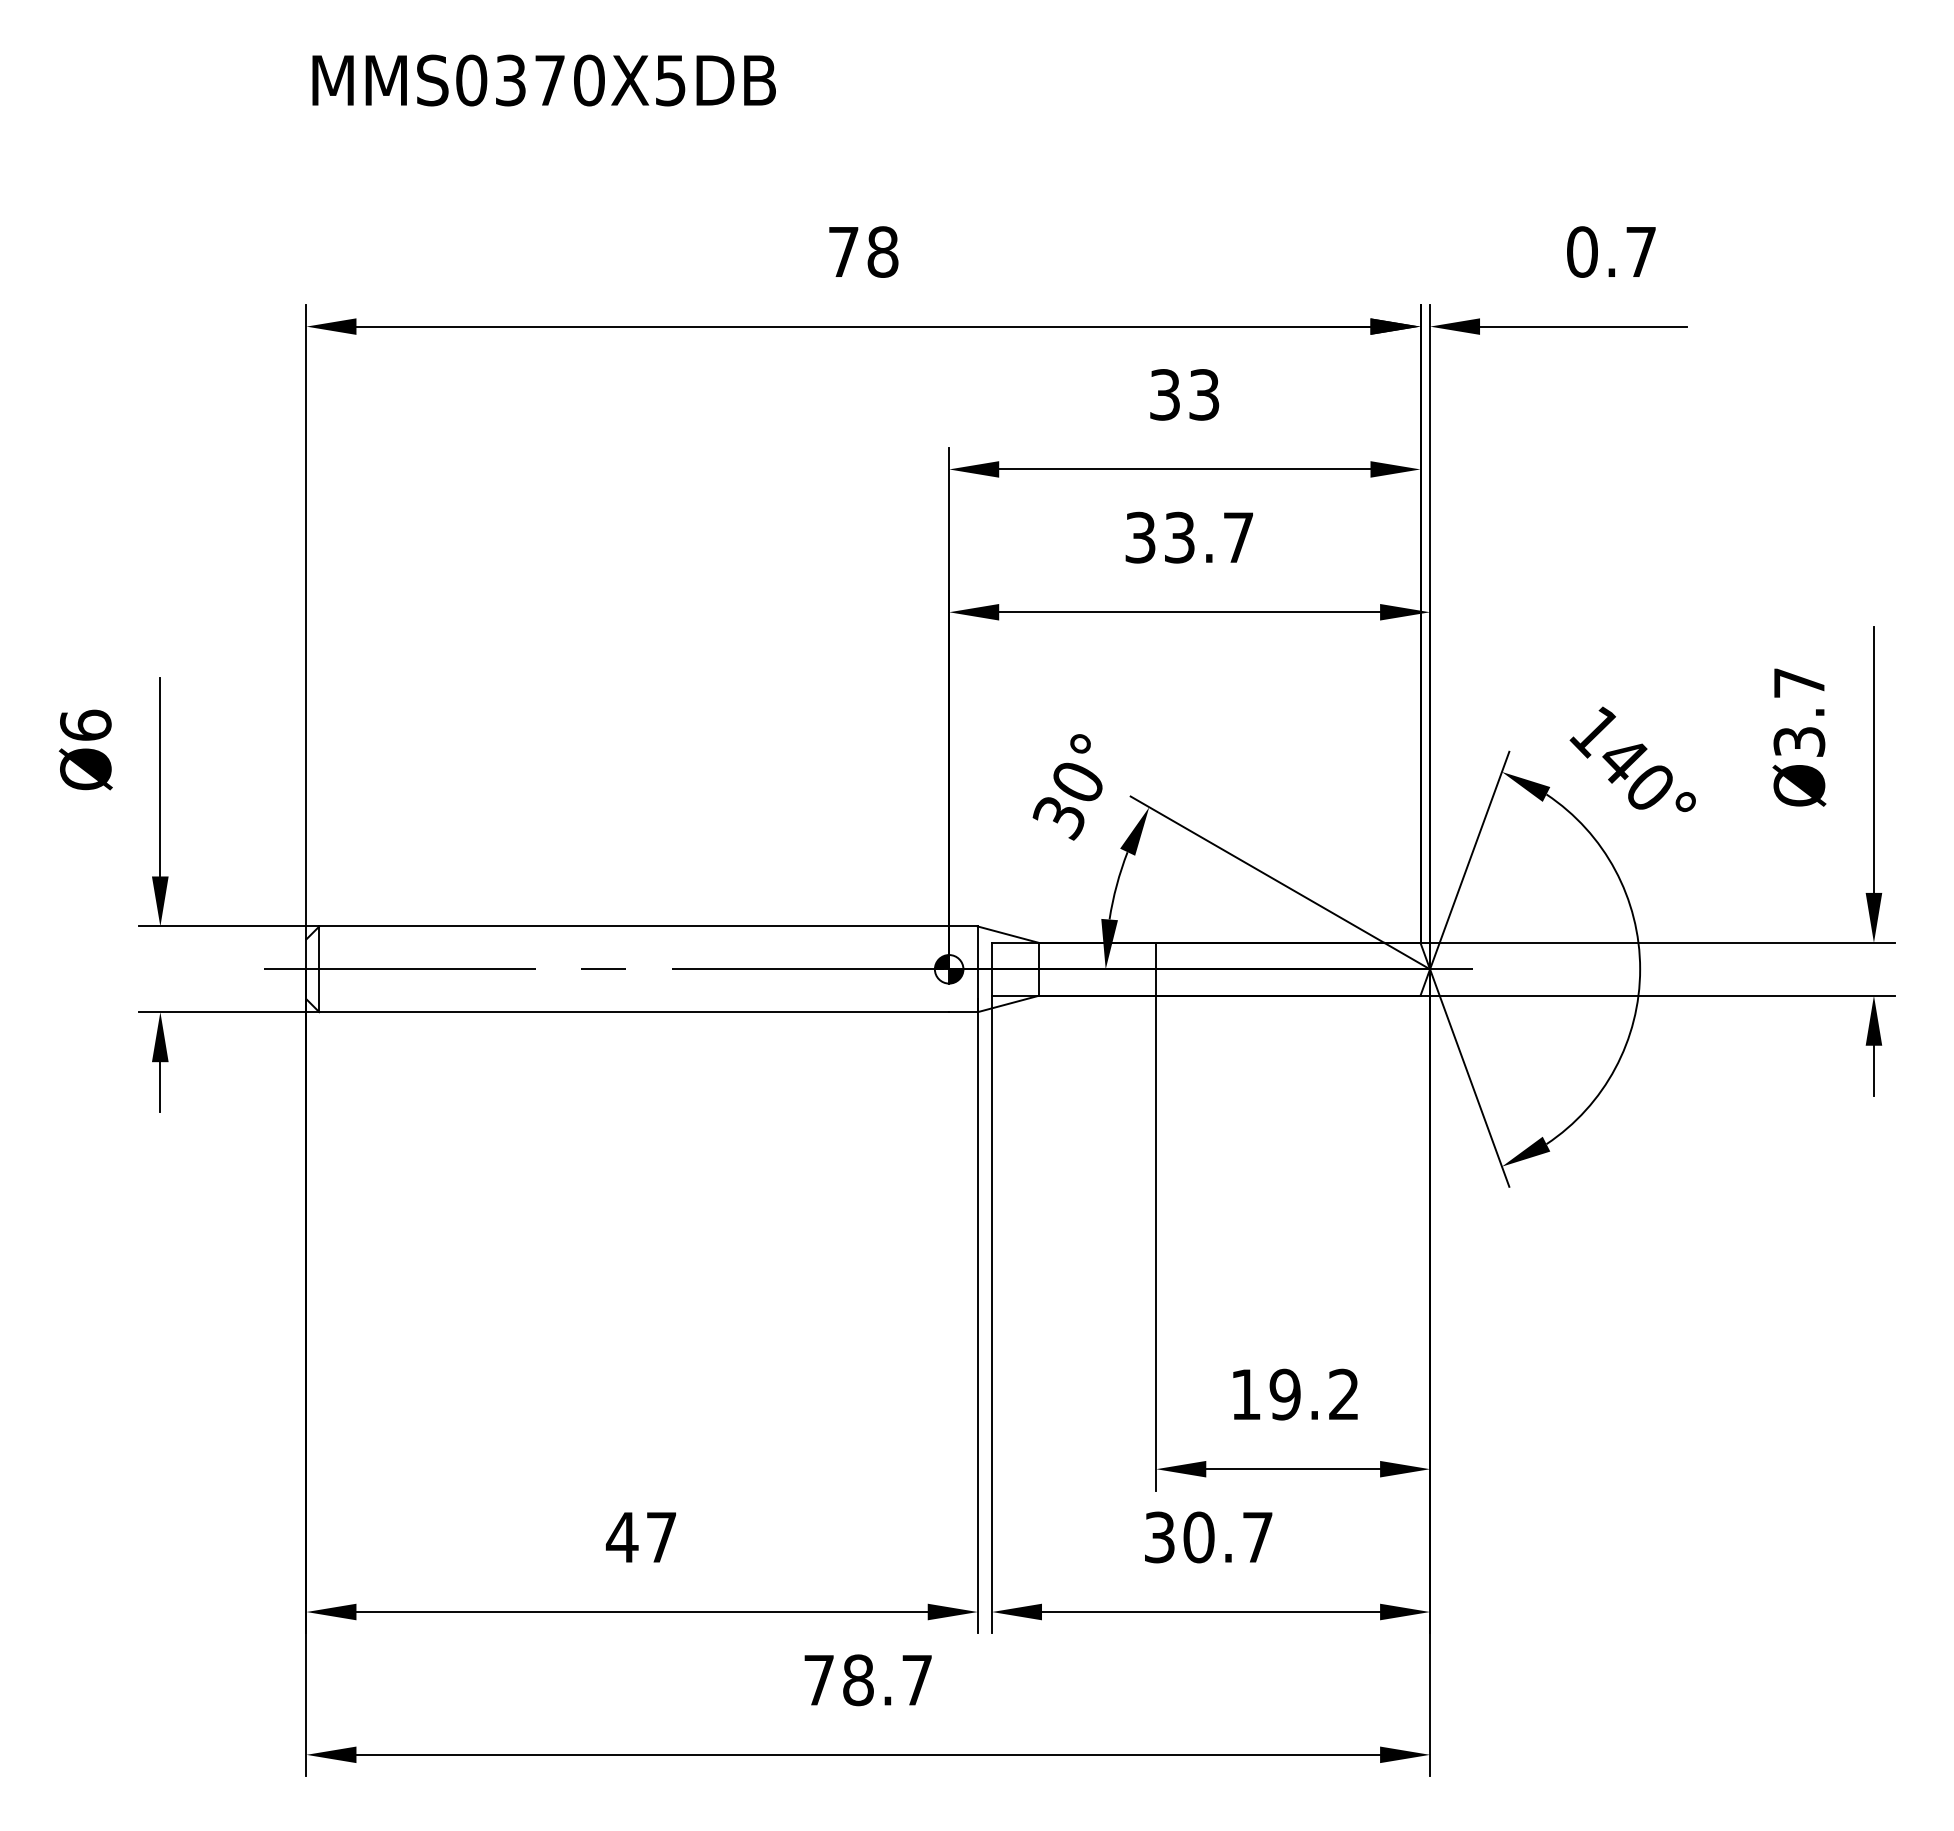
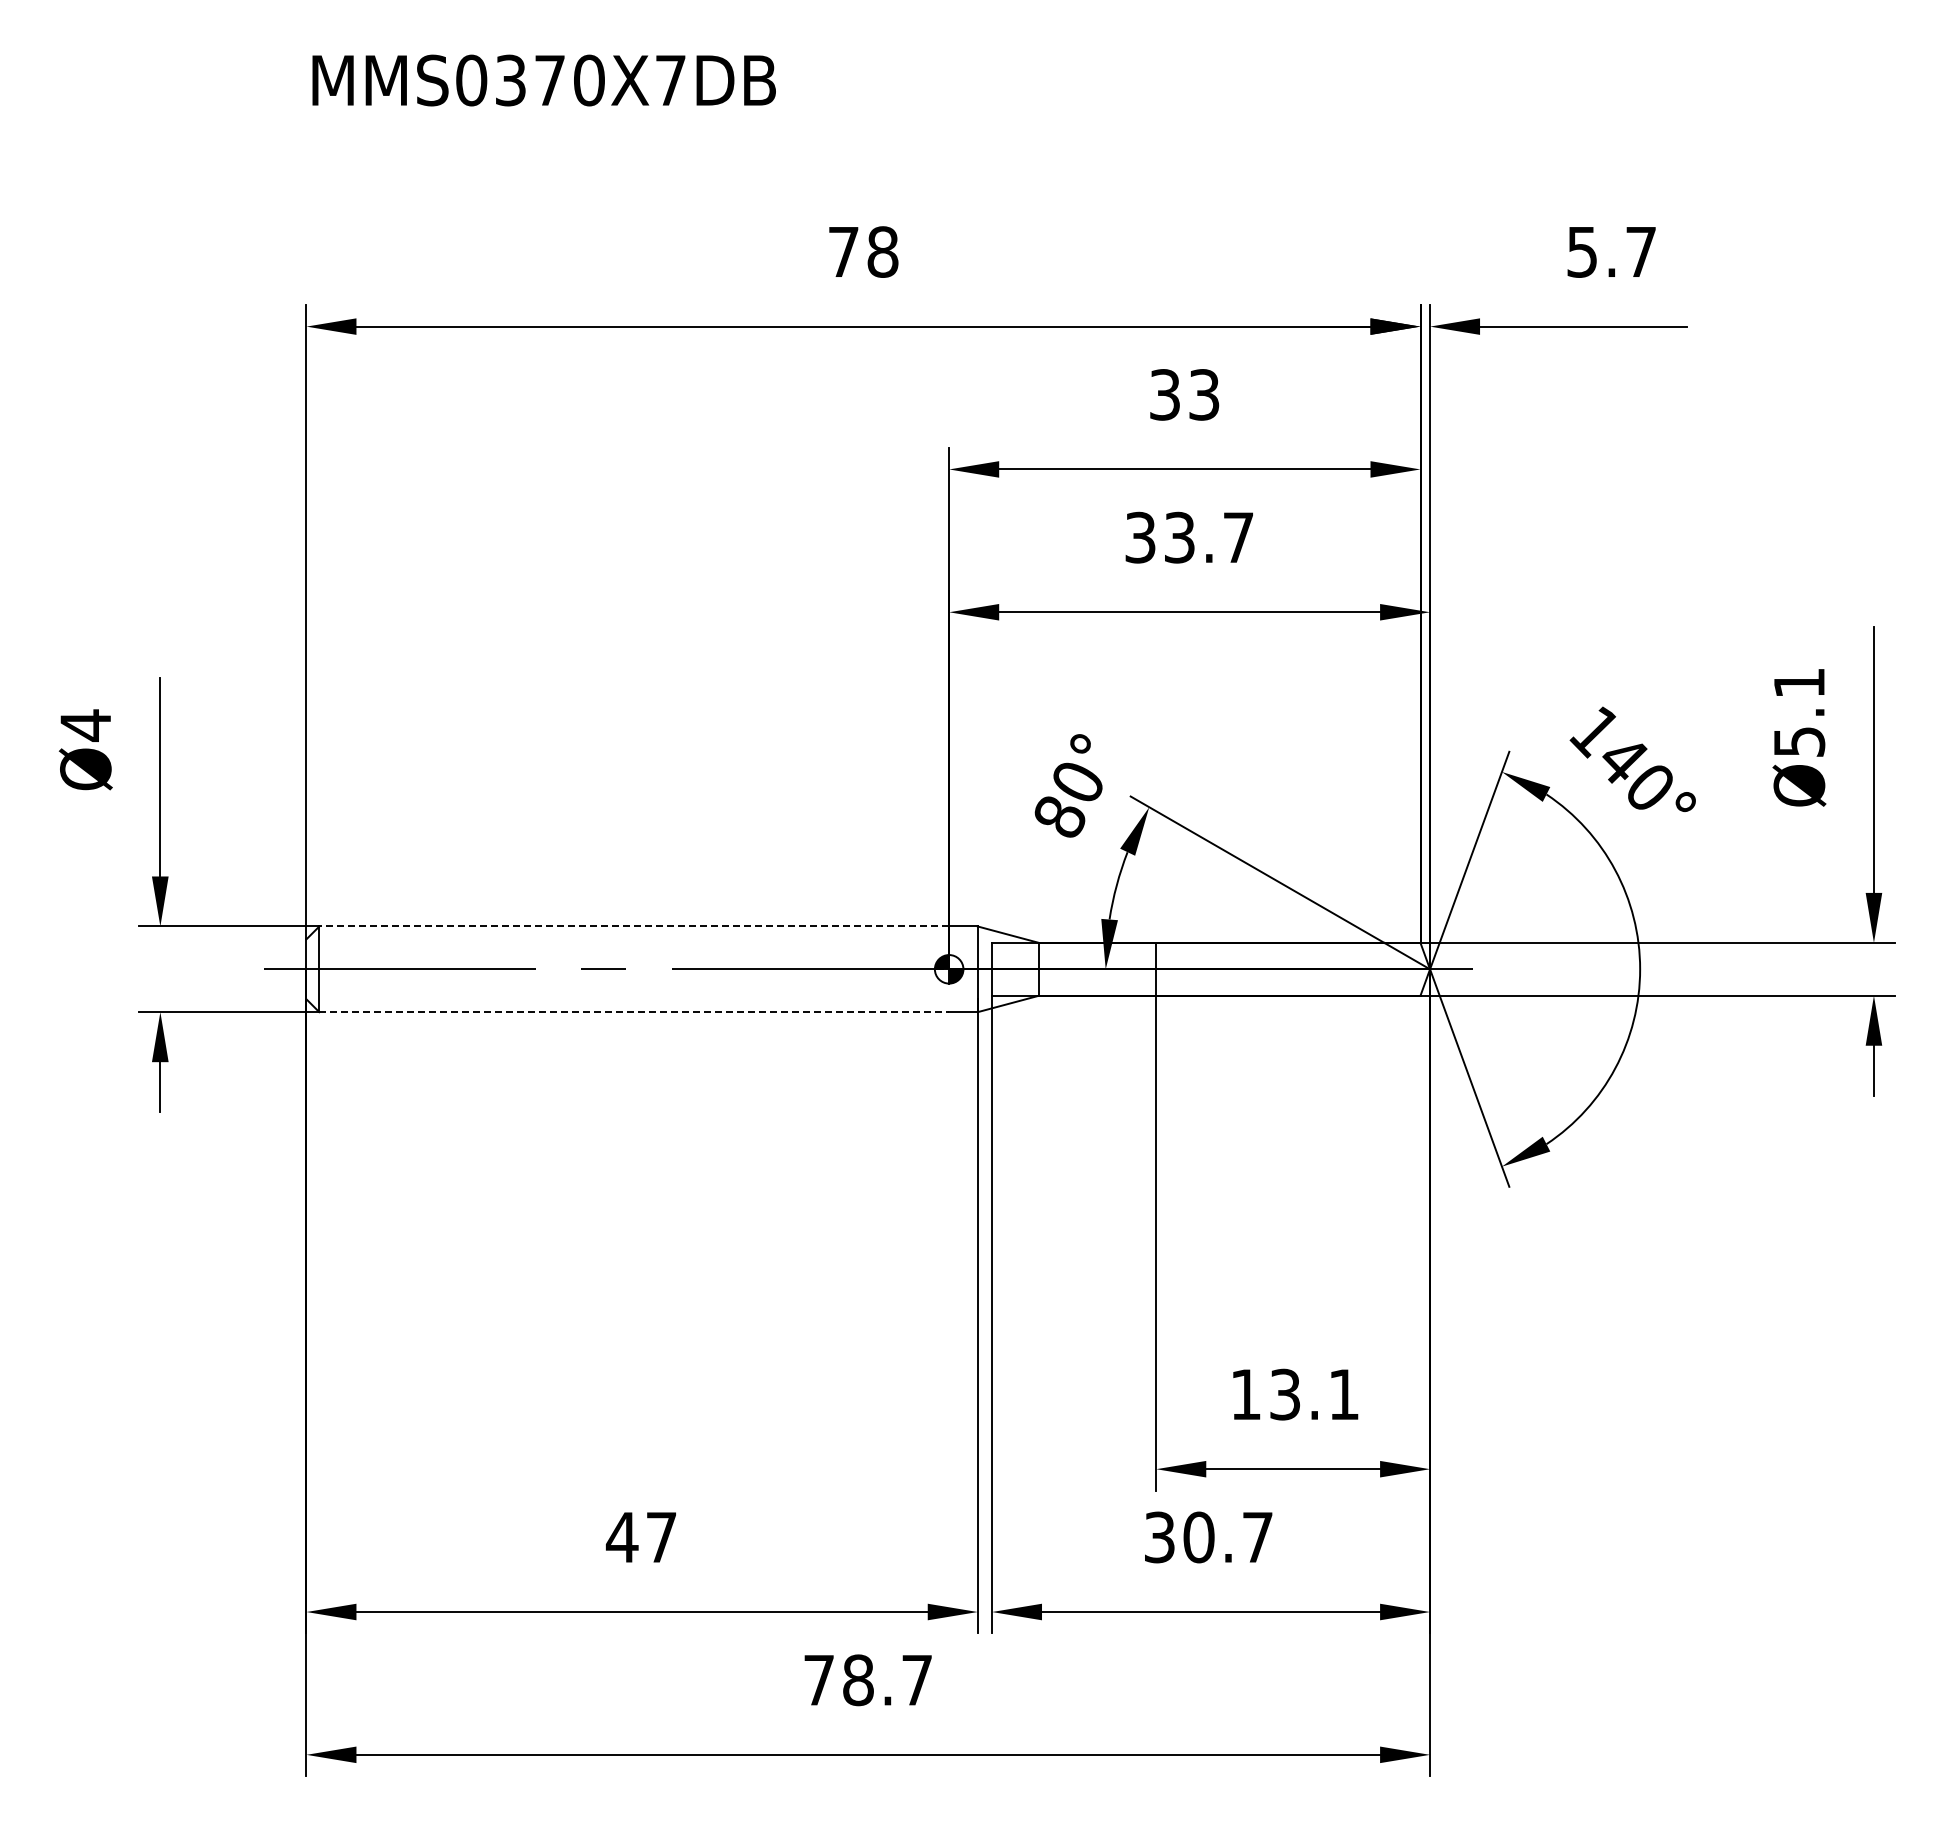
text at (670, 80): MMS0370X5DB -> MMS0370X7DB
text at (1582, 251): 0.7 -> 5.7
text at (1798, 712): Ø3.7 -> Ø5.1
text at (85, 725): Ø6 -> Ø4
text at (1058, 818): 30° -> 80°
line at (634, 926): solid -> dashed
line at (634, 1012): solid -> dashed
text at (1313, 1394): 19.2 -> 13.1
